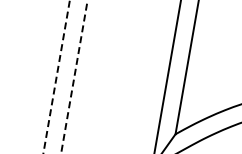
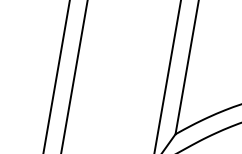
line at (74, 76): dashed -> solid
line at (56, 77): dashed -> solid
